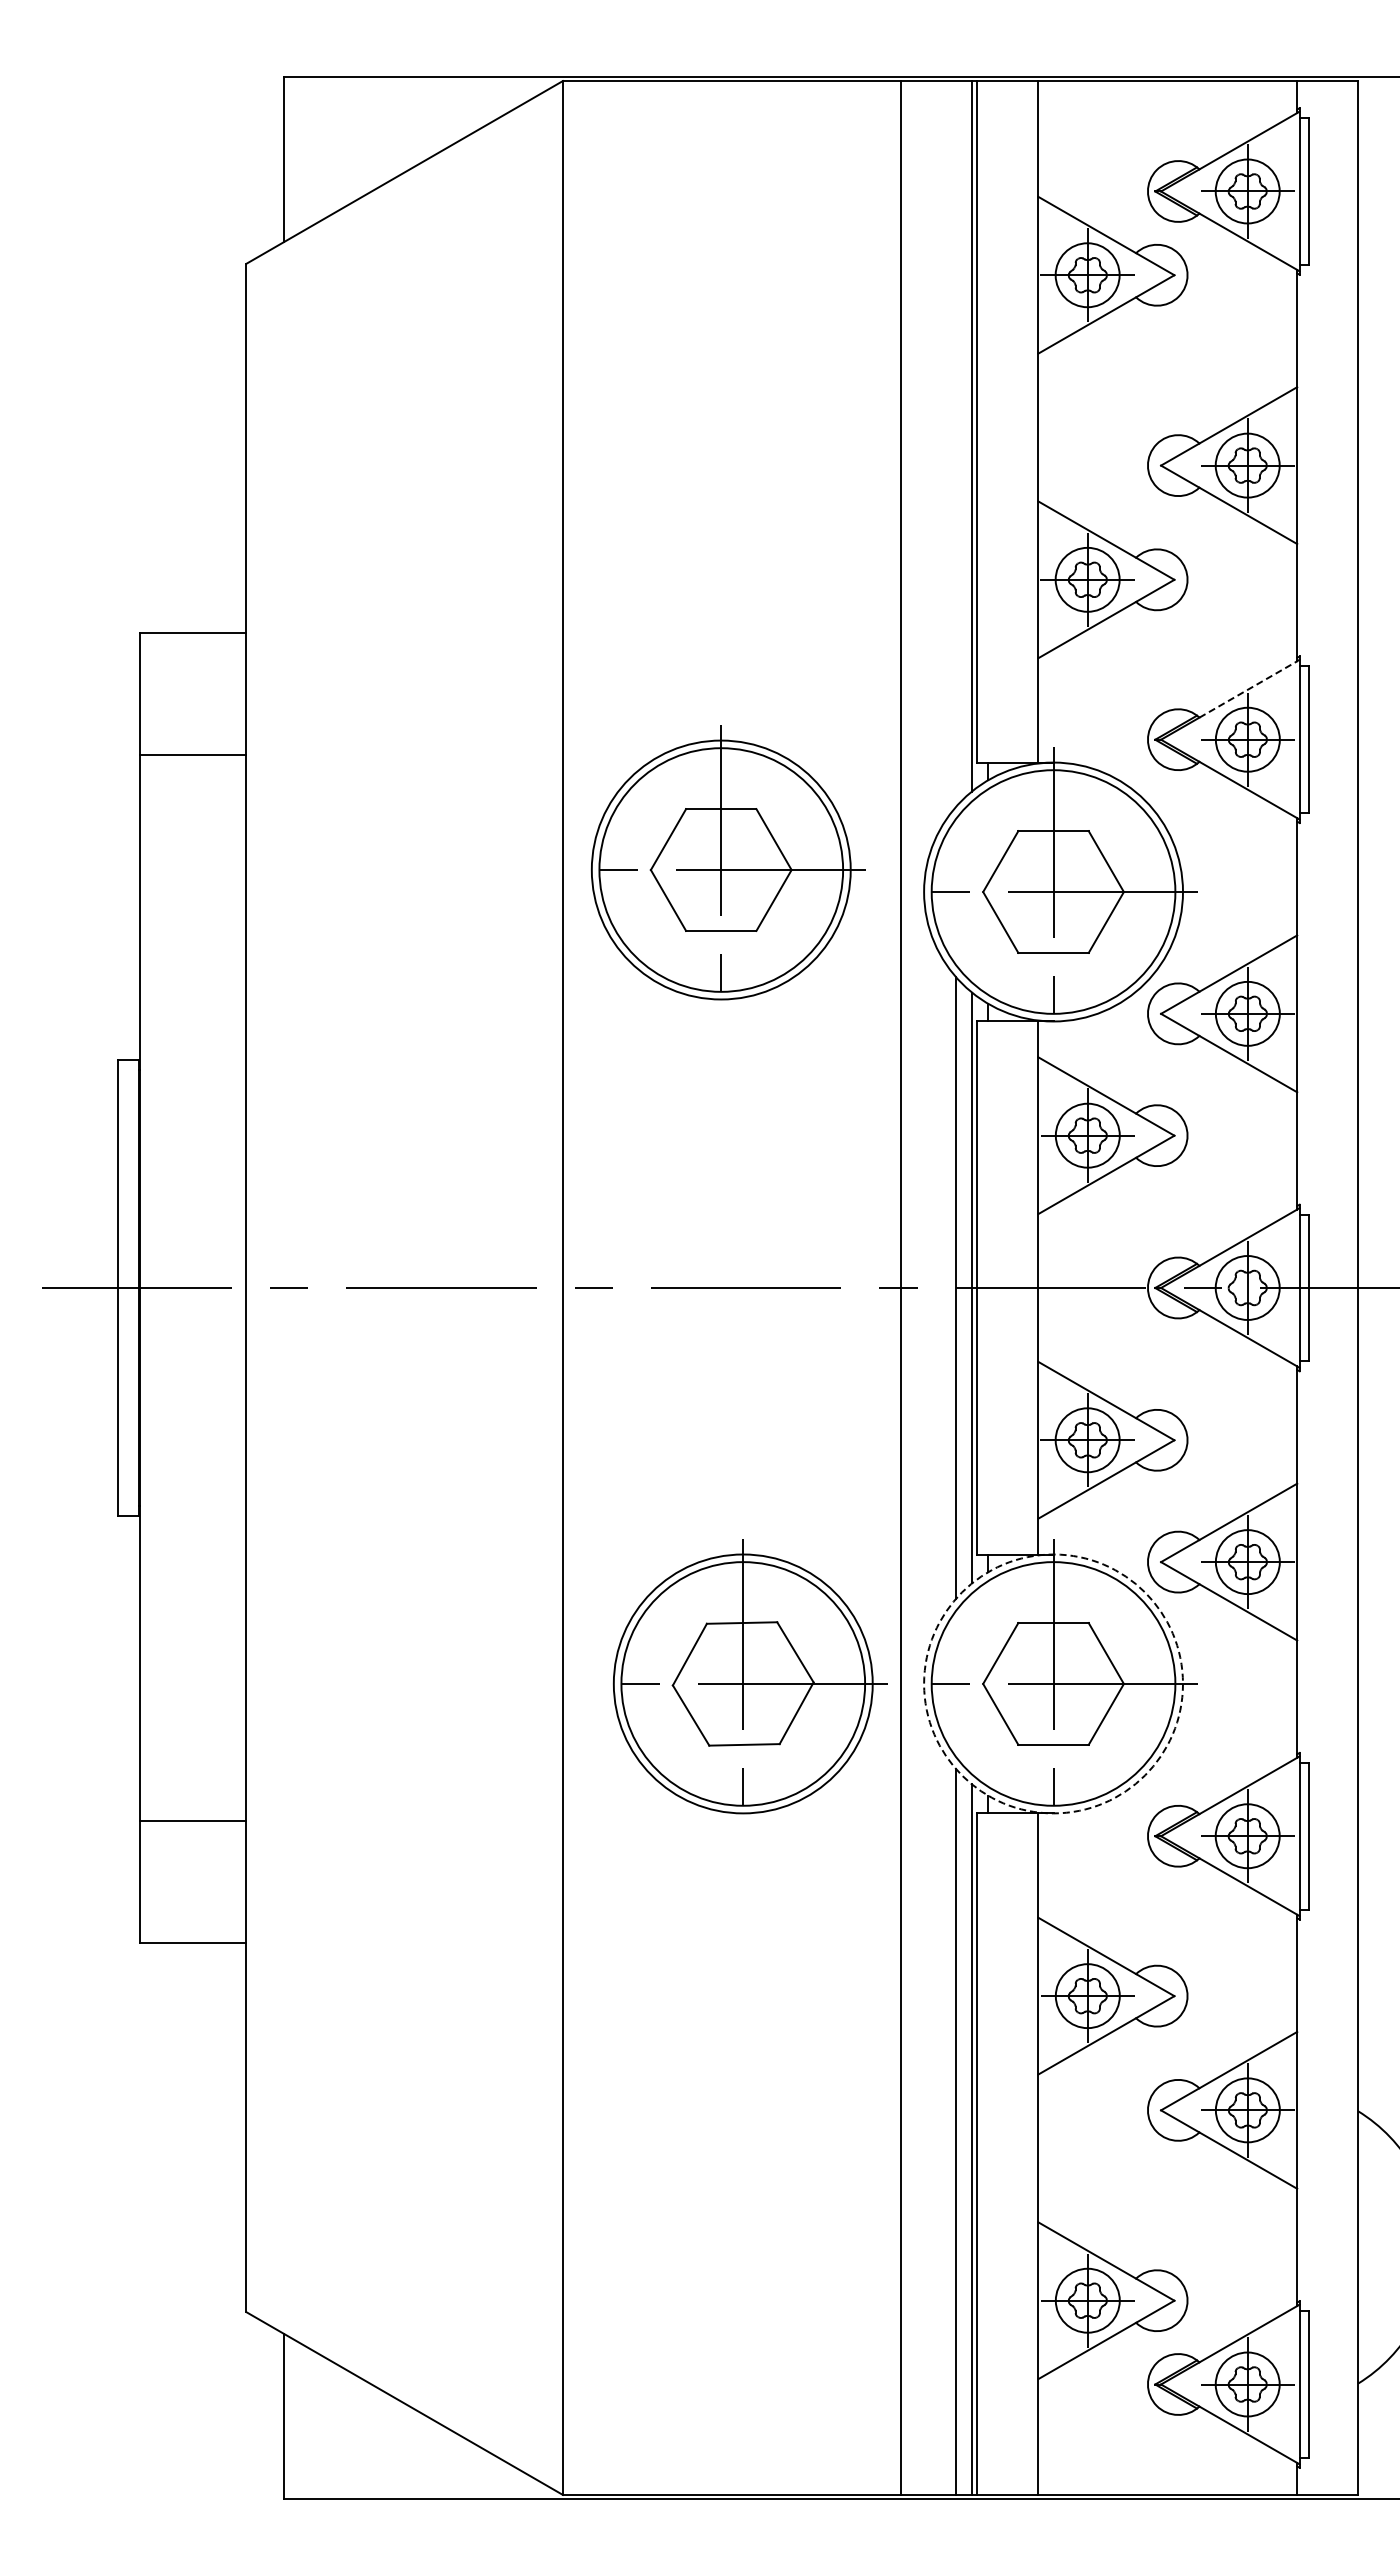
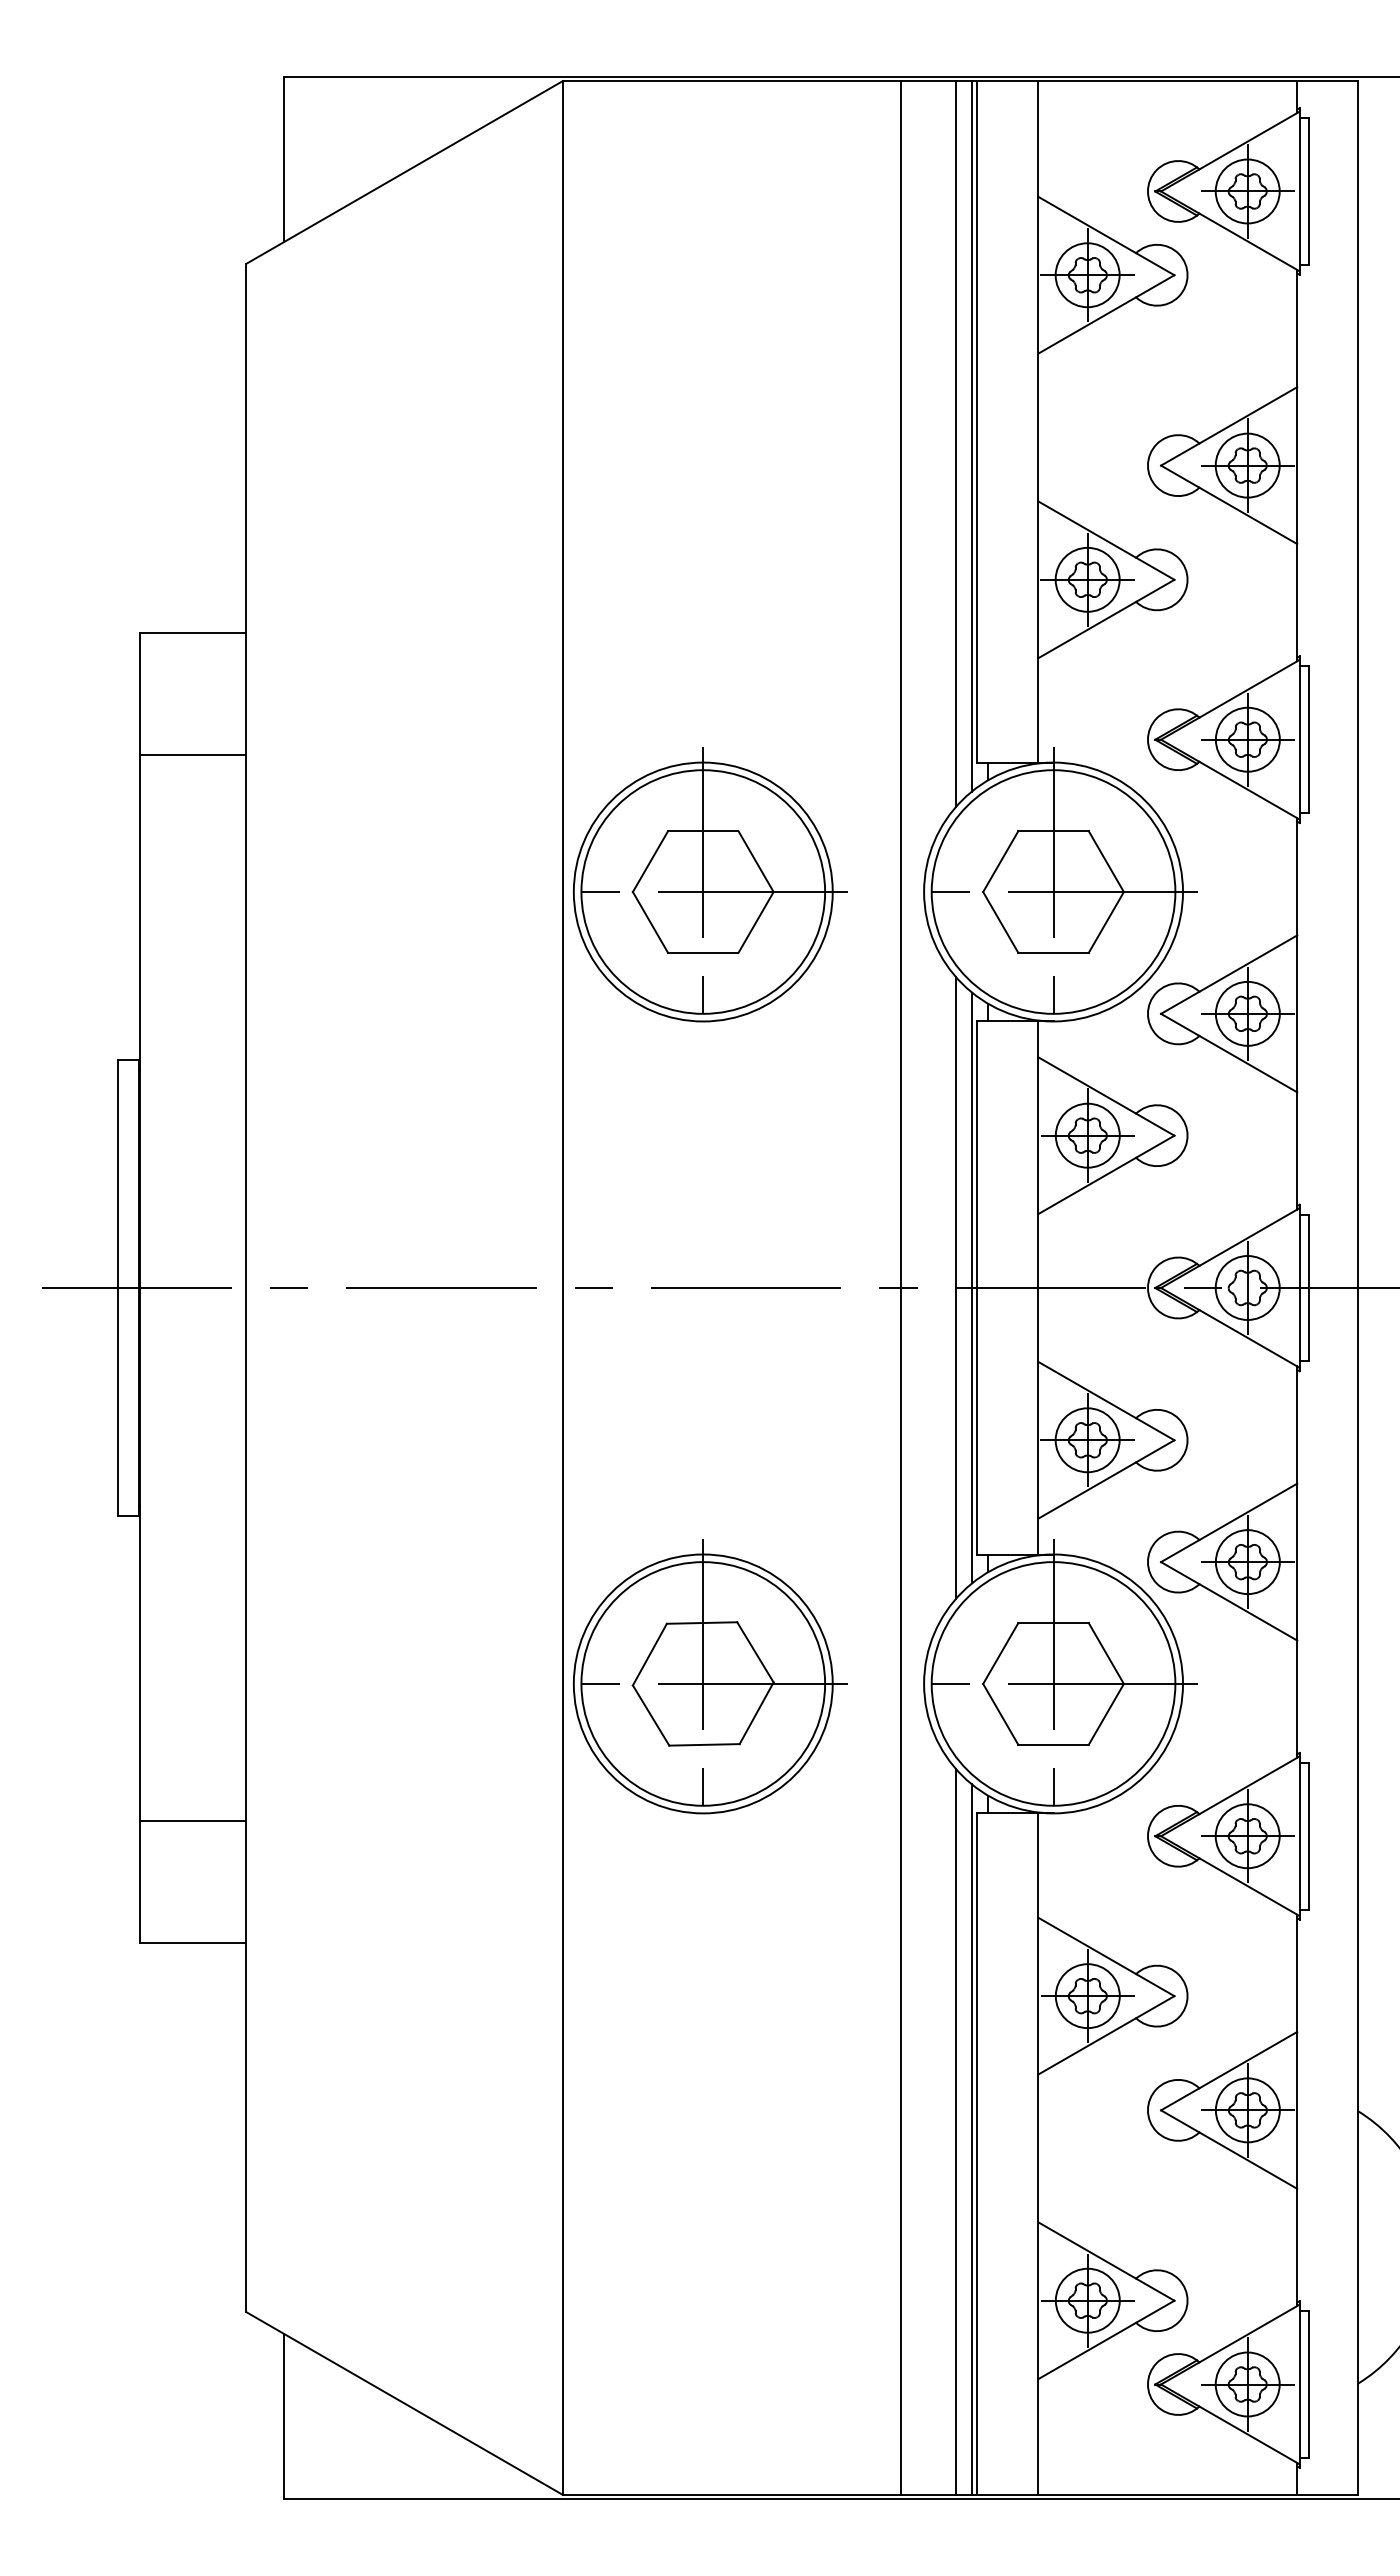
line at (955, 444): none -> present
line at (1248, 689): dashed -> solid
part at (727, 862) position: (727, 862) -> (709, 884)
part at (749, 1676) position: (749, 1676) -> (709, 1676)
circle at (1053, 1683): dashed -> solid
